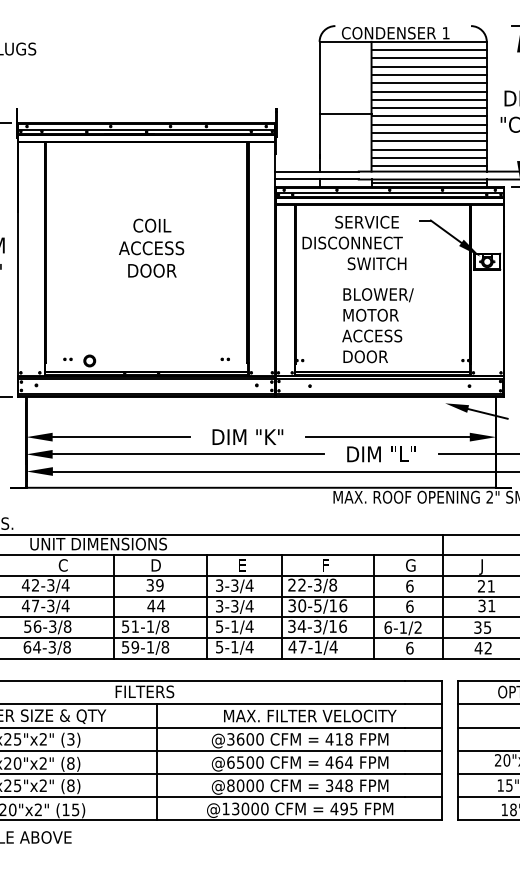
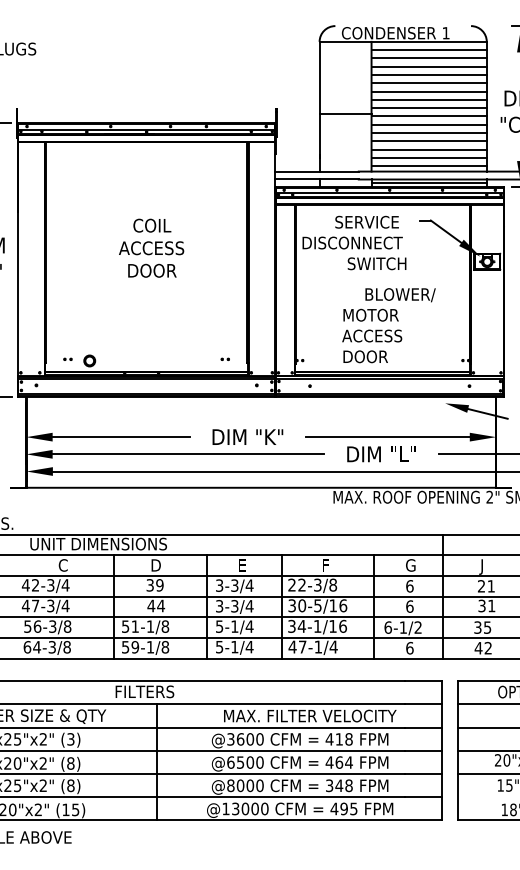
text at (378, 295) position: (378, 295) -> (400, 295)
text at (317, 625): 34-3/16 -> 34-1/16
line at (486, 797): present -> none
